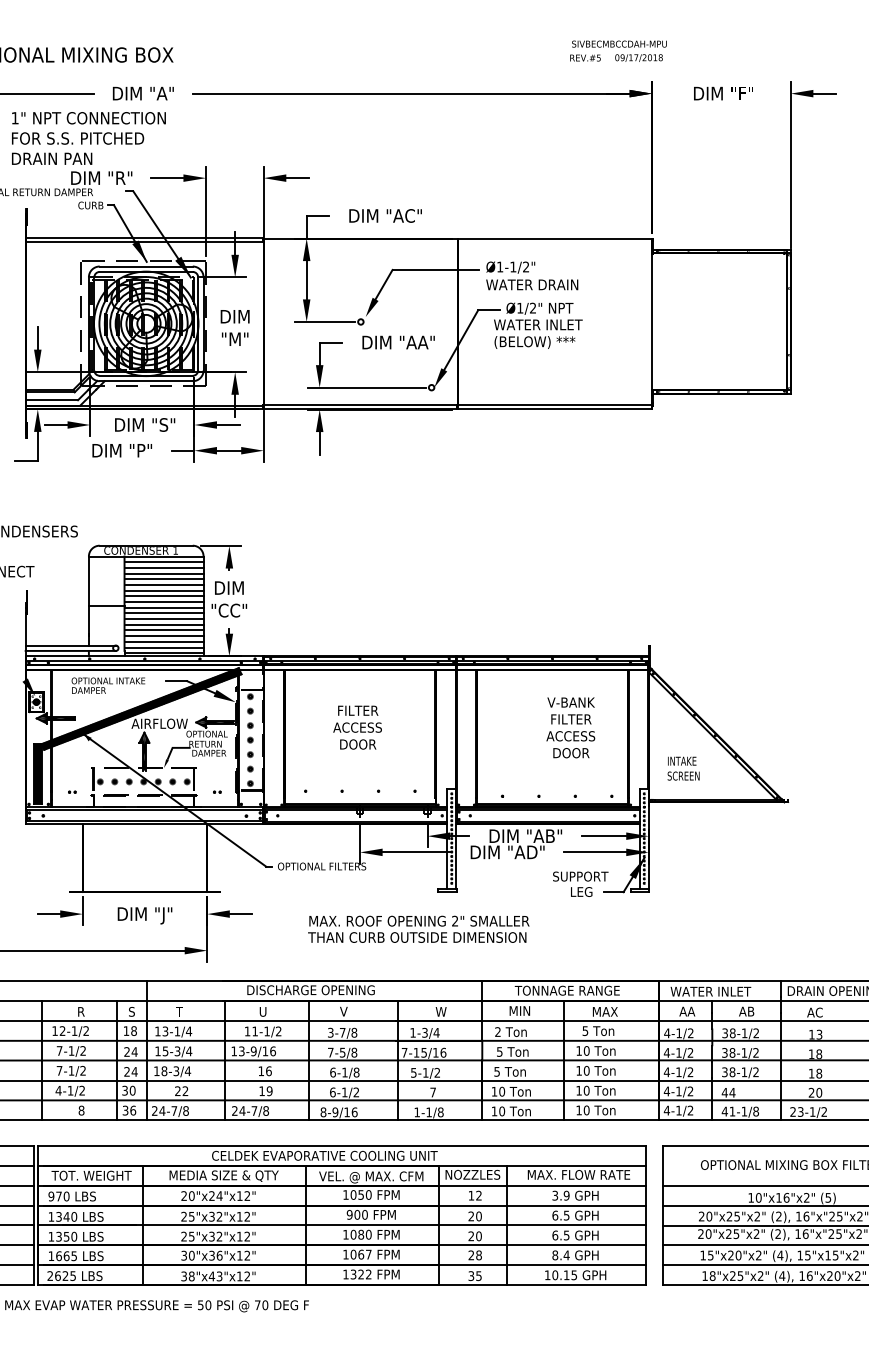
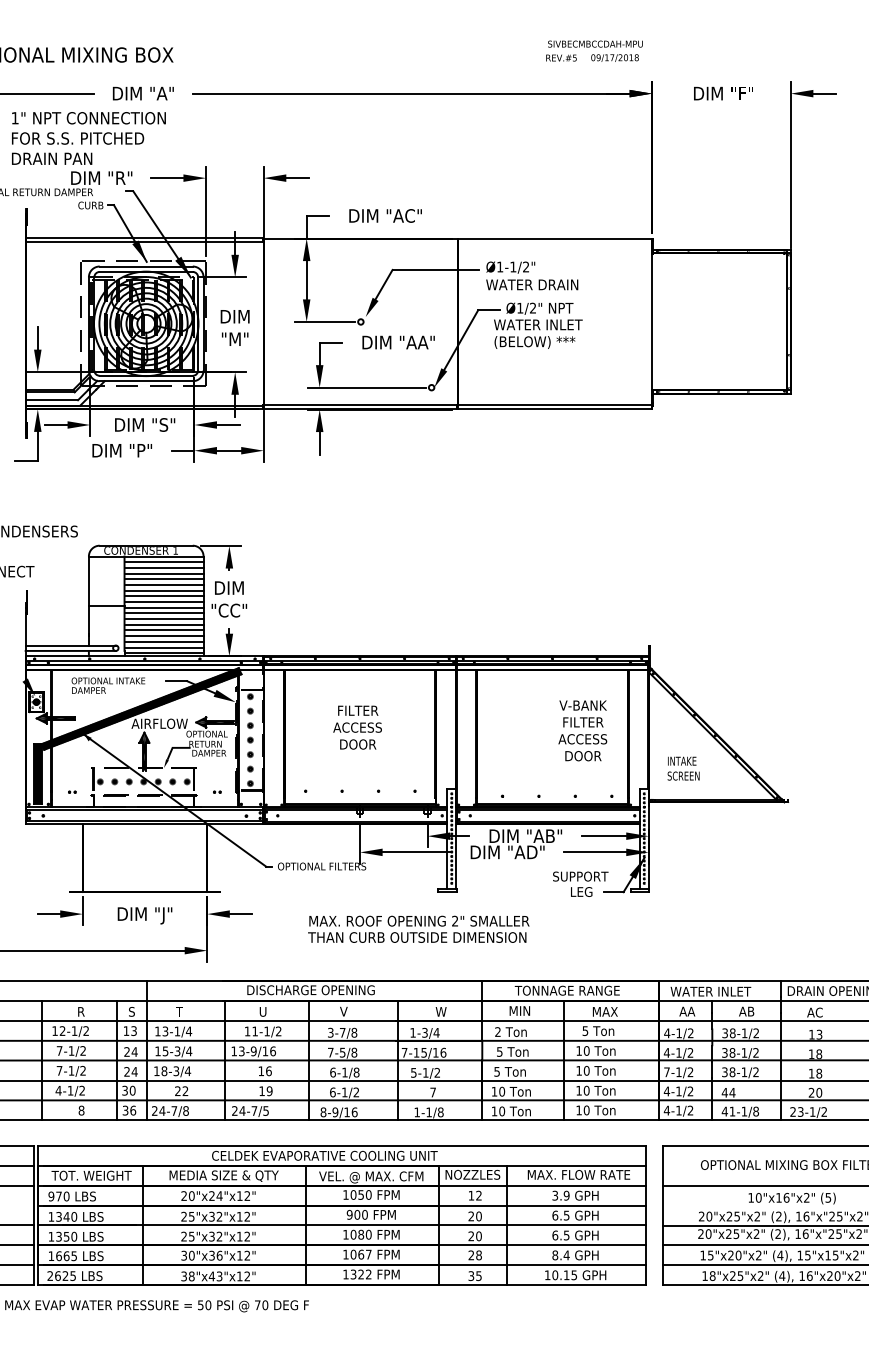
text at (618, 50) position: (618, 50) -> (594, 50)
text at (570, 727) position: (570, 727) -> (582, 730)
text at (133, 1030): 18 -> 13
text at (666, 1072): 4-1/2 -> 7-1/2
text at (265, 1110): 24-7/8 -> 24-7/5
line at (18, 1205): present -> none
line at (763, 1205): present -> none
